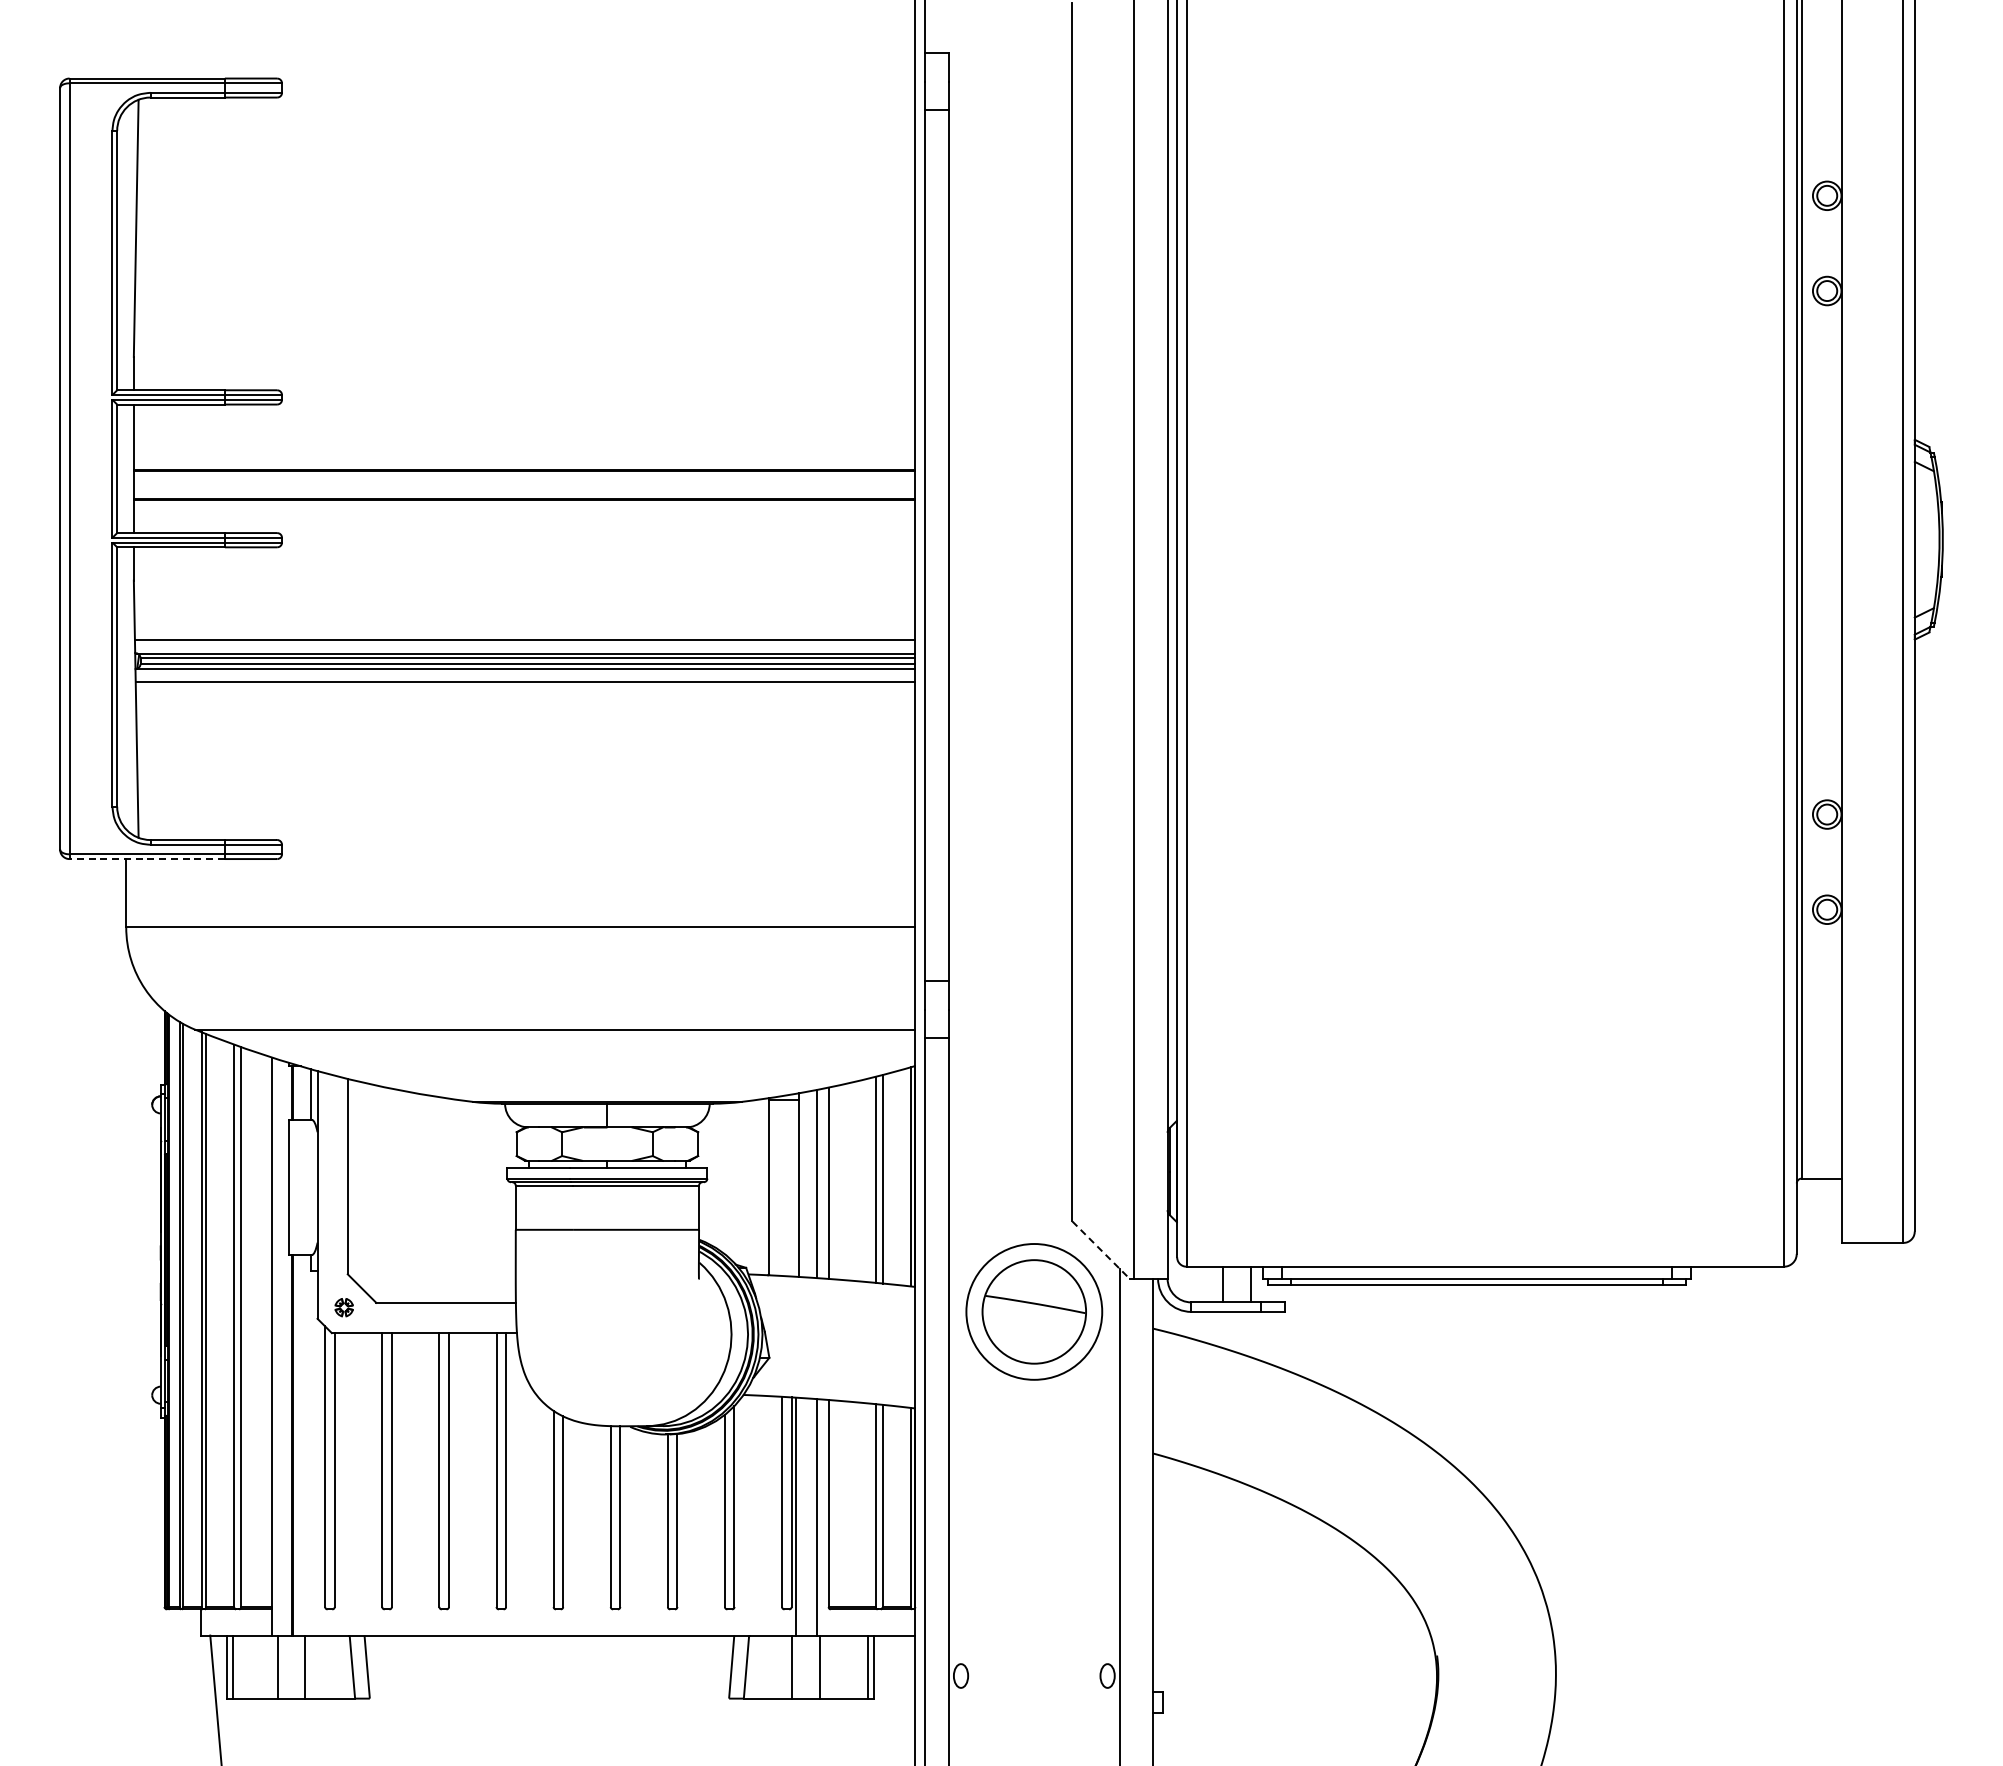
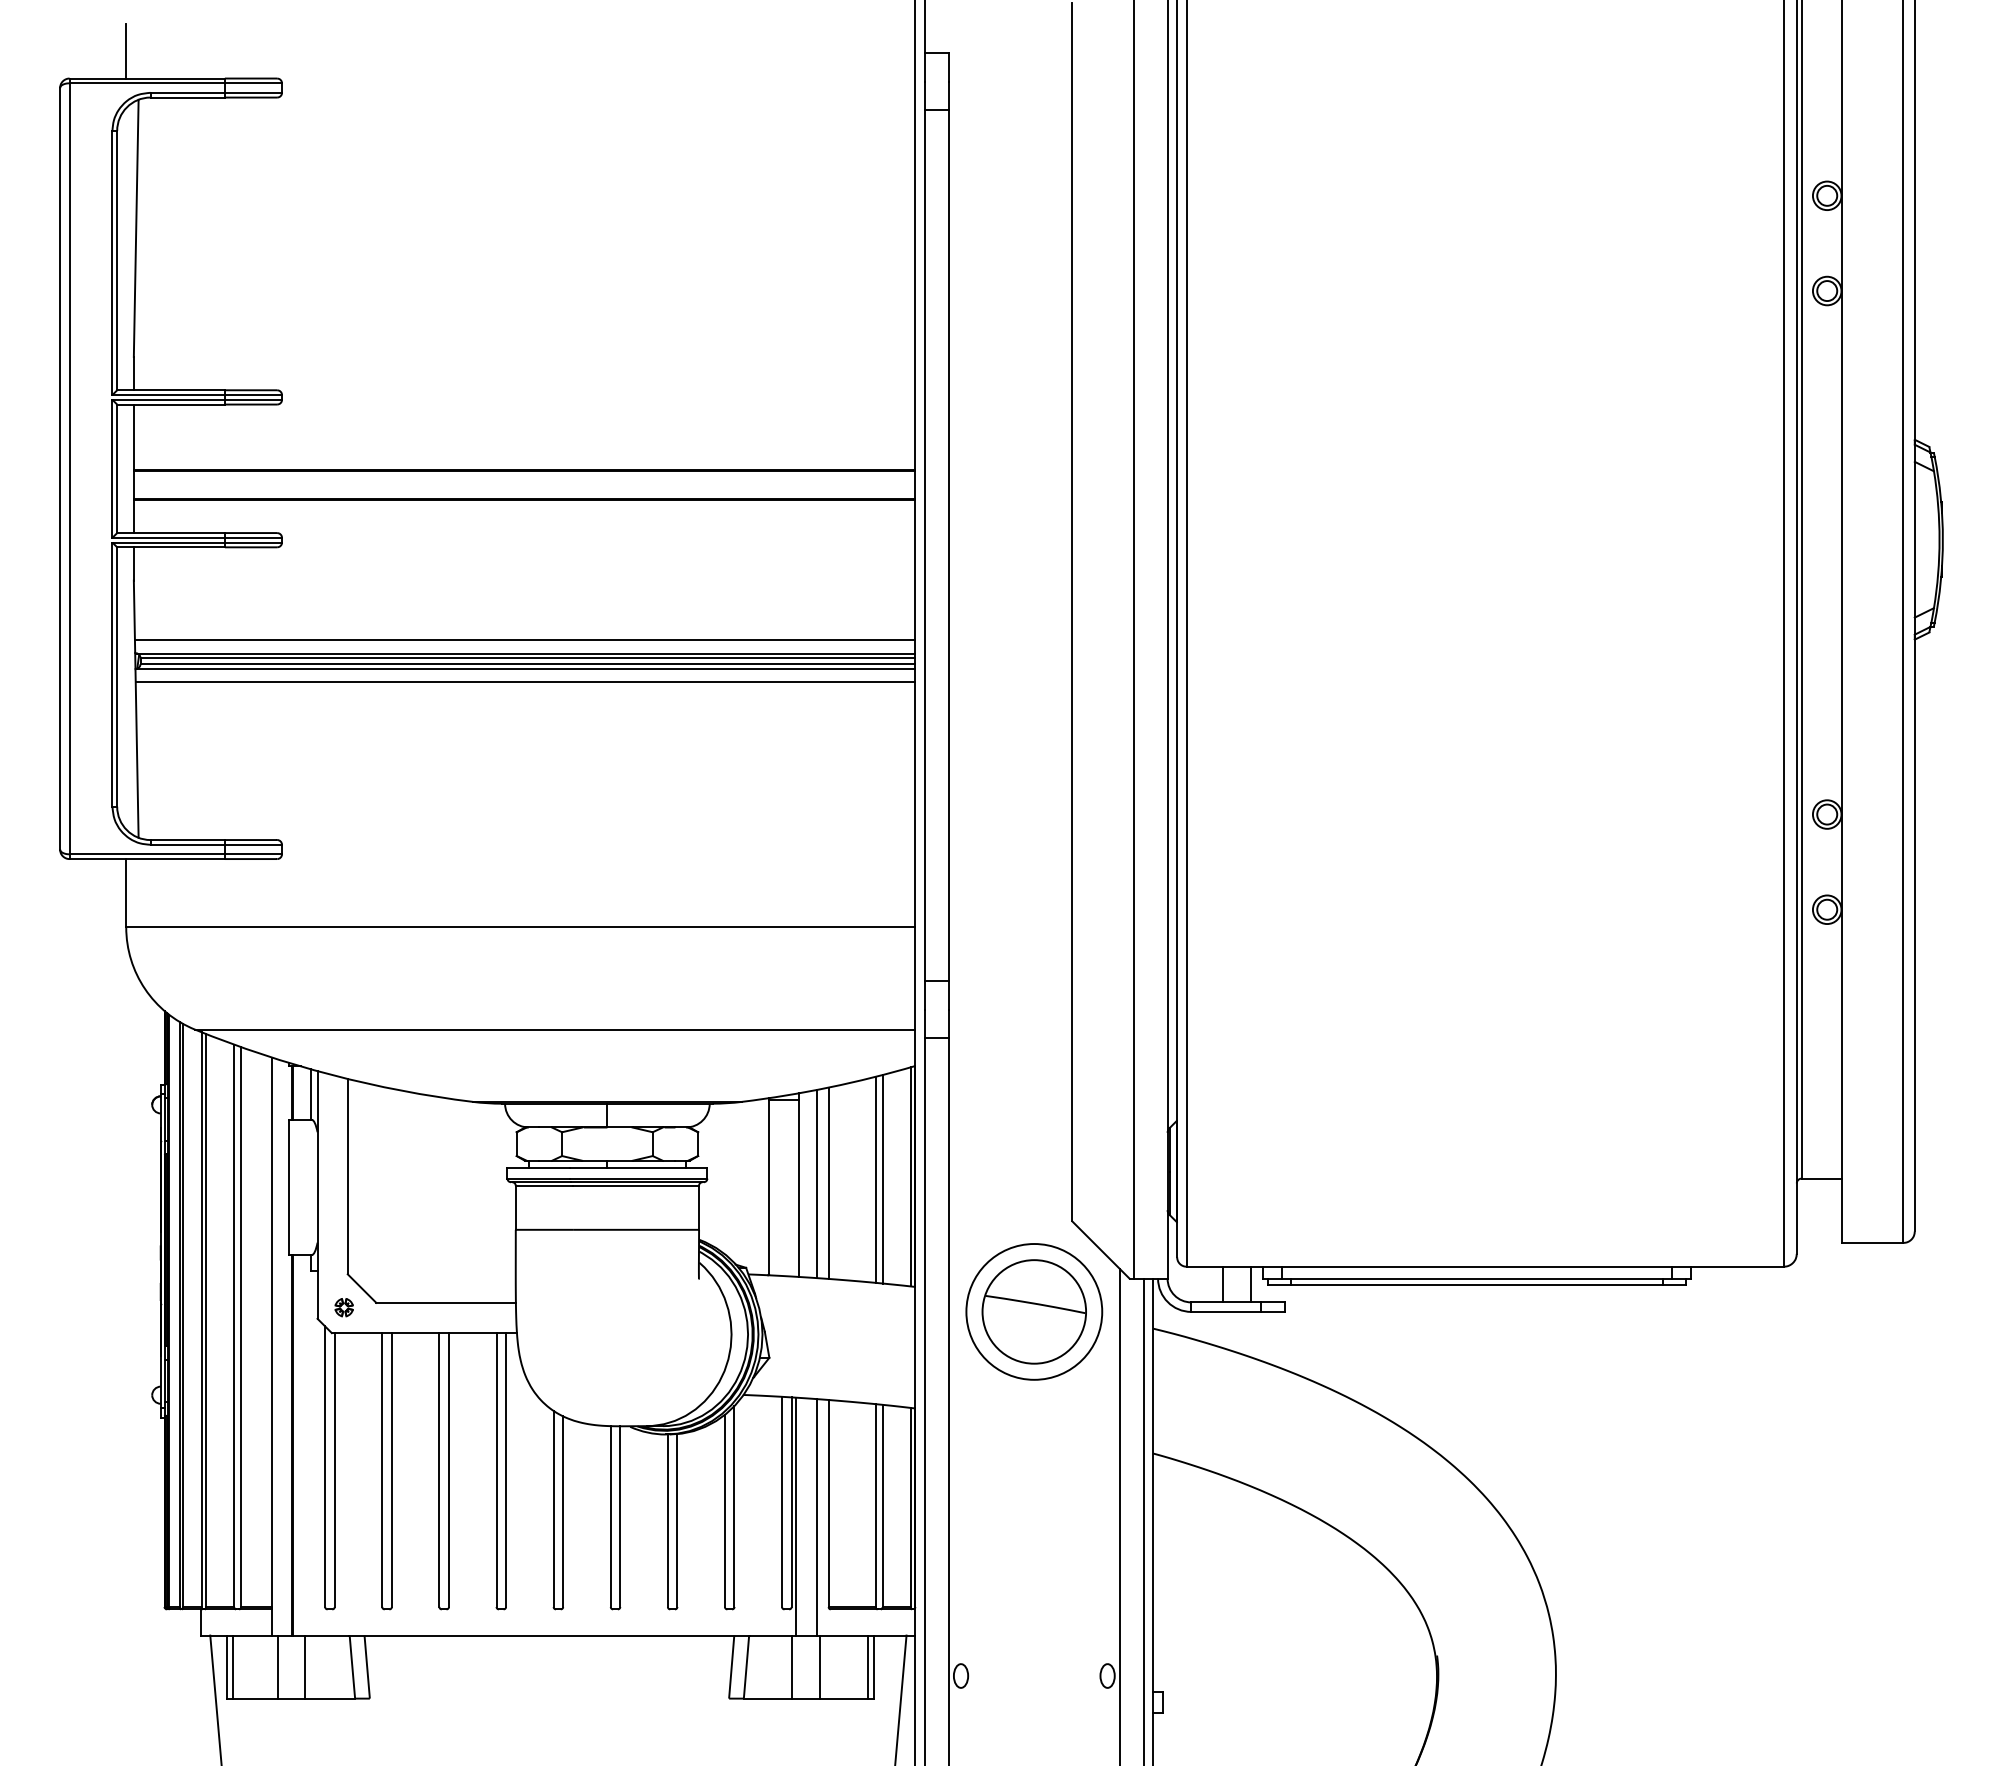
line at (126, 50): none -> present
line at (147, 859): dashed -> solid
line at (1101, 1250): dashed -> solid
line at (1143, 1520): none -> present
line at (900, 1698): none -> present
